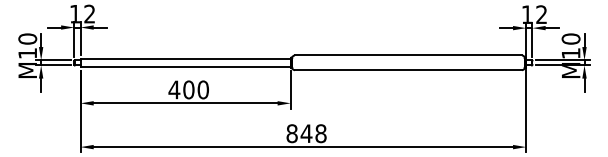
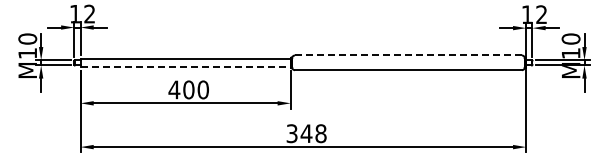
line at (408, 55): solid -> dashed
line at (186, 66): solid -> dashed
text at (291, 133): 848 -> 348
